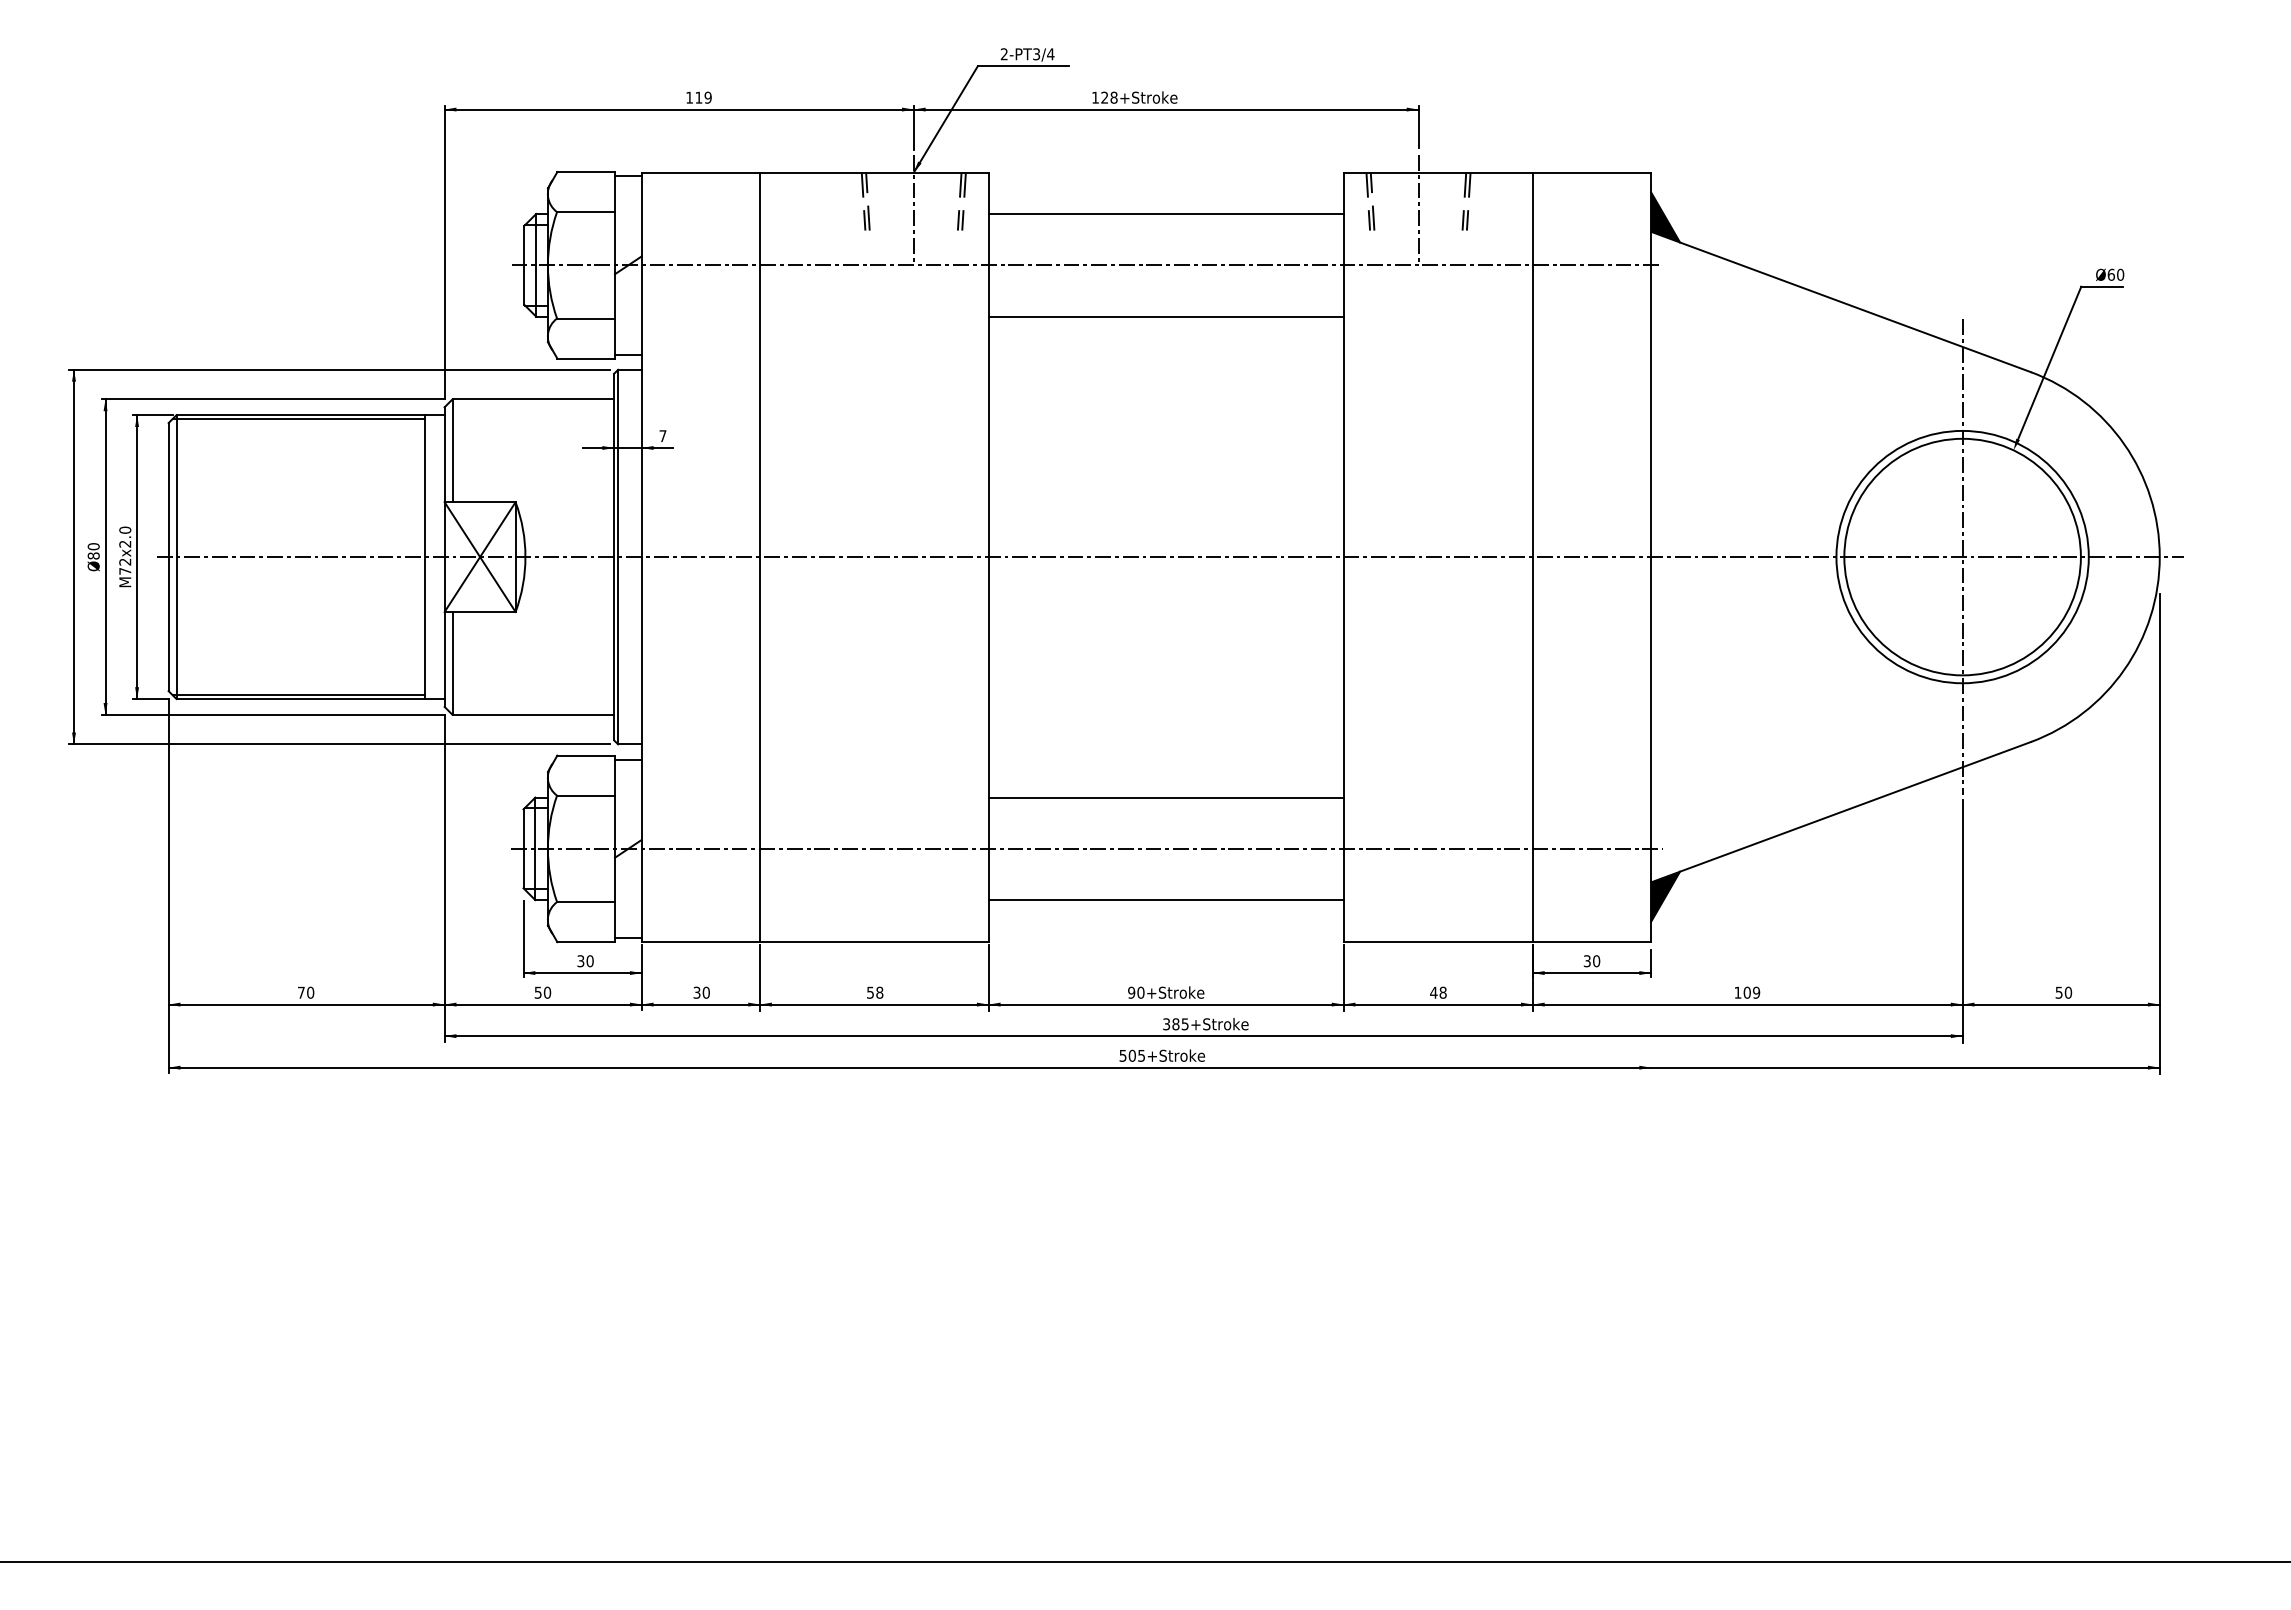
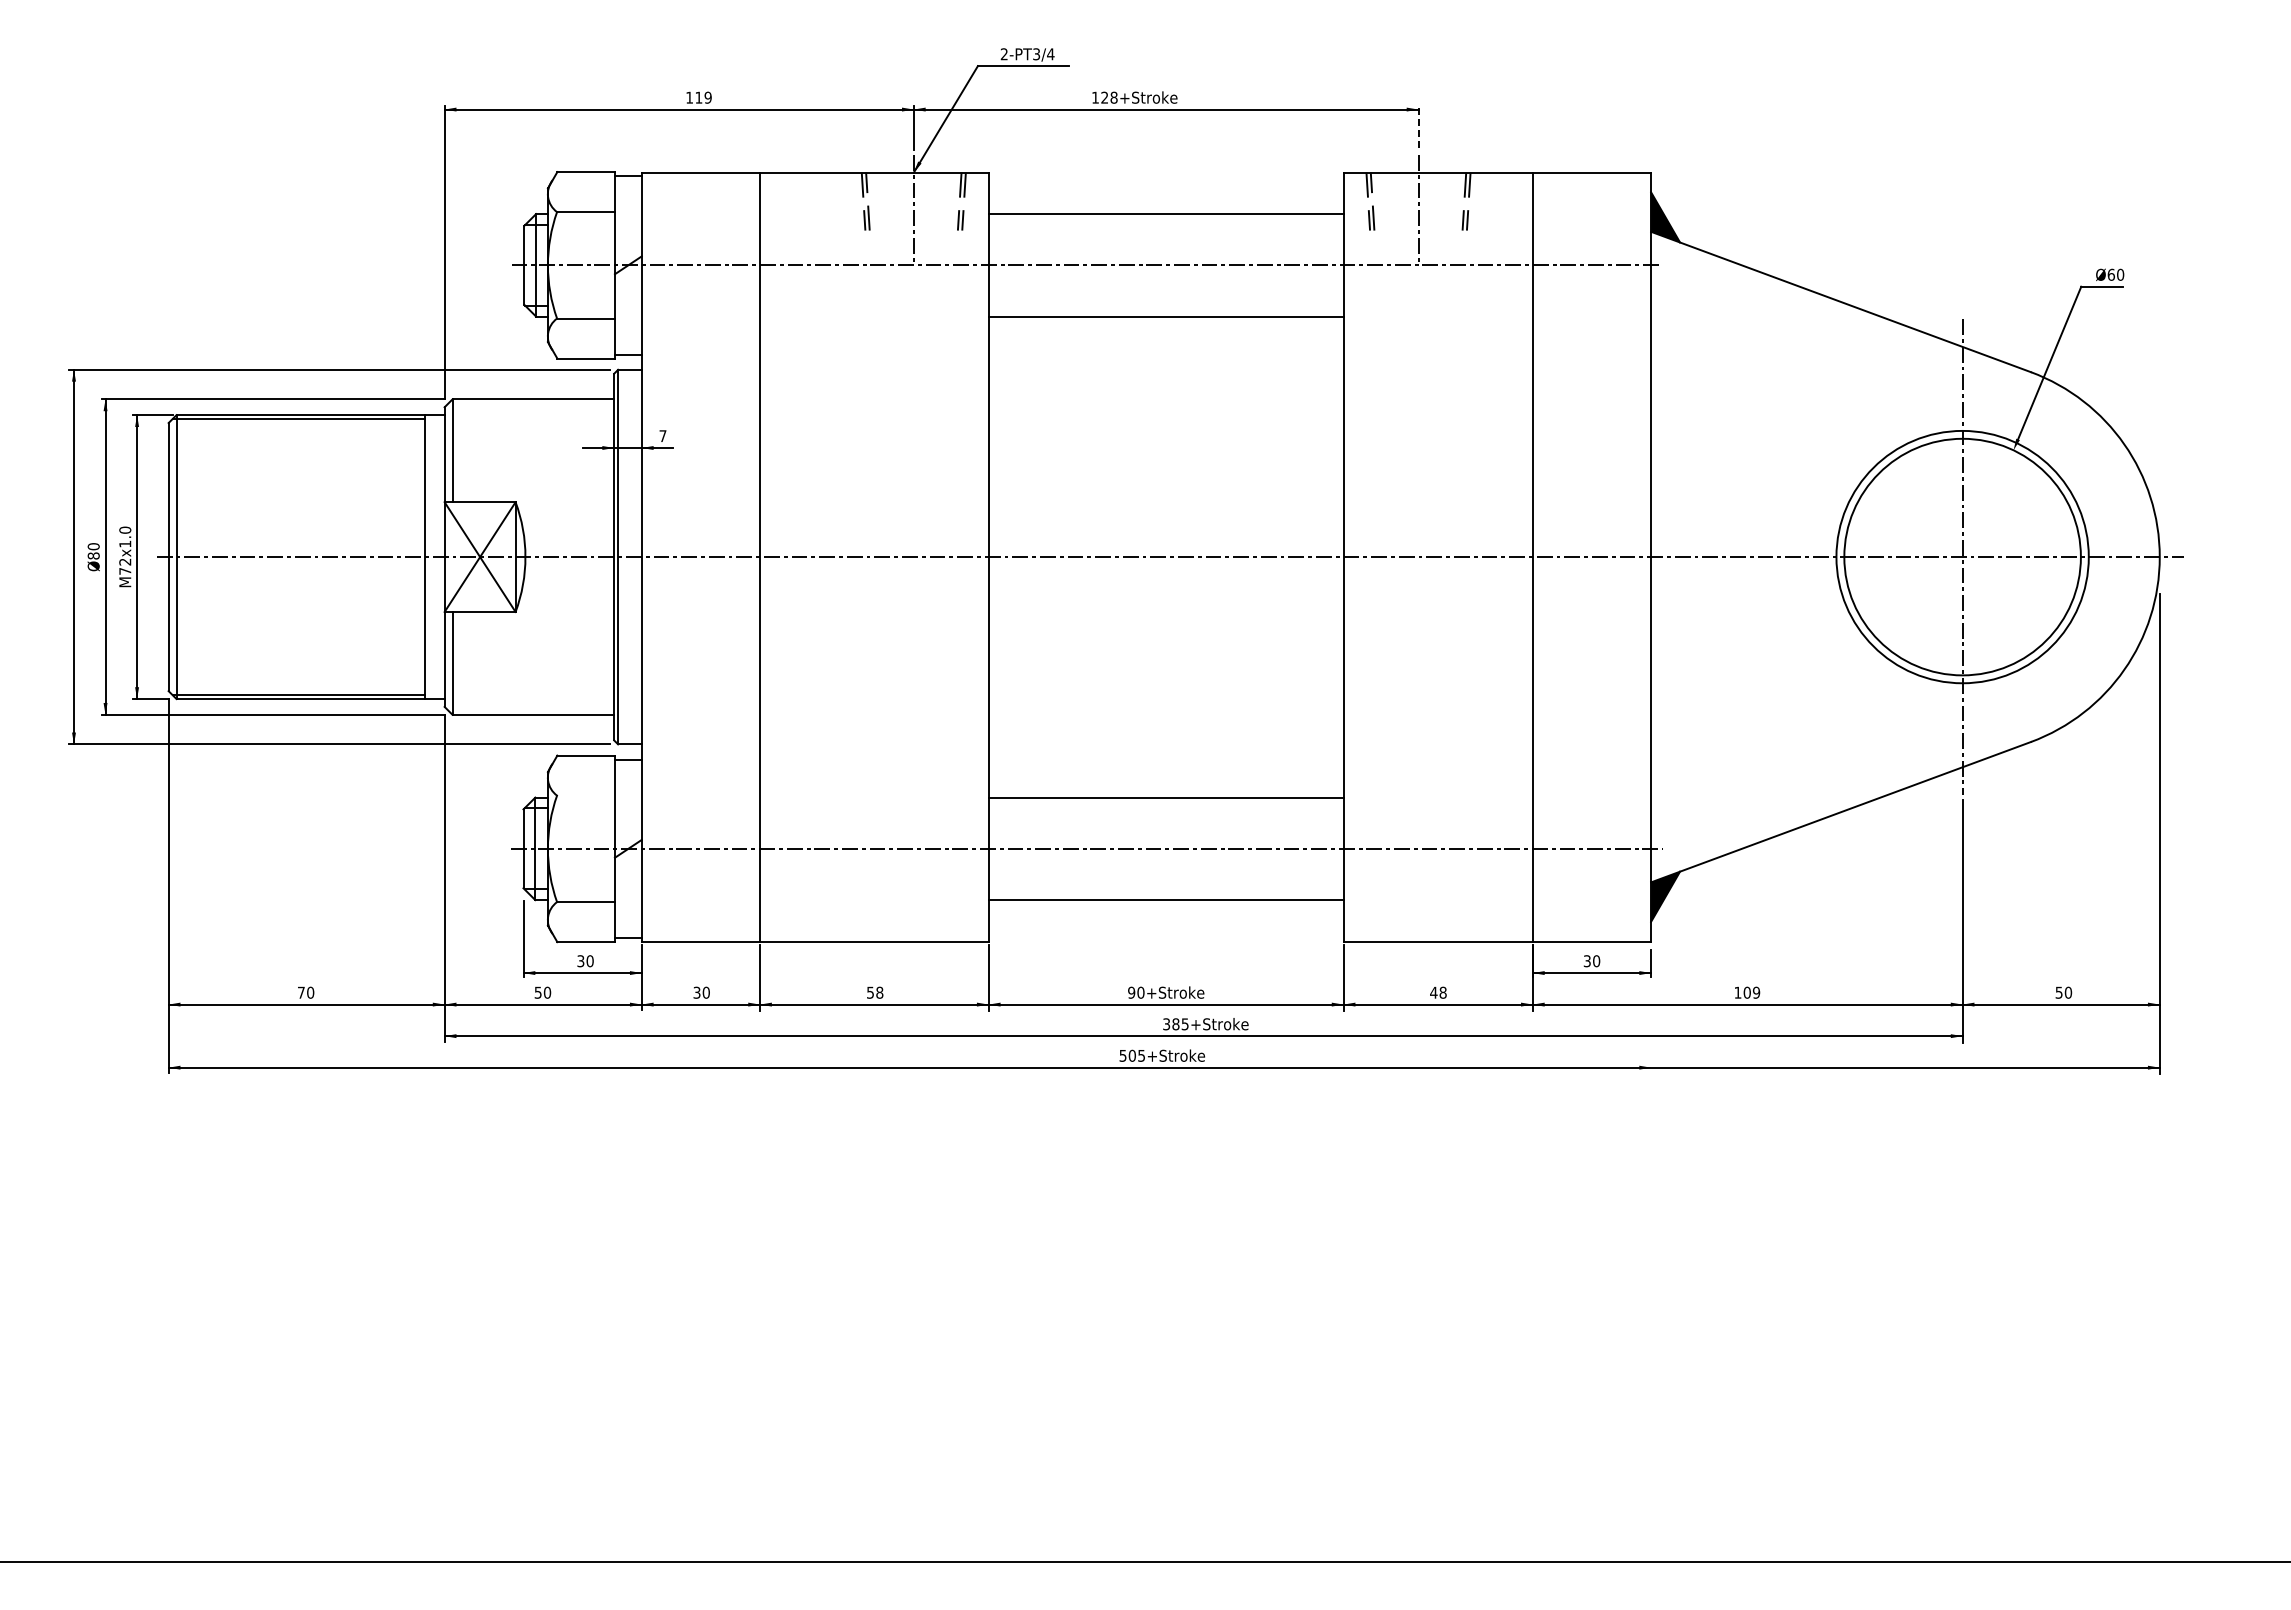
line at (1418, 126): solid -> dashed
text at (125, 543): M72x2.0 -> M72x1.0
line at (585, 795): present -> none
